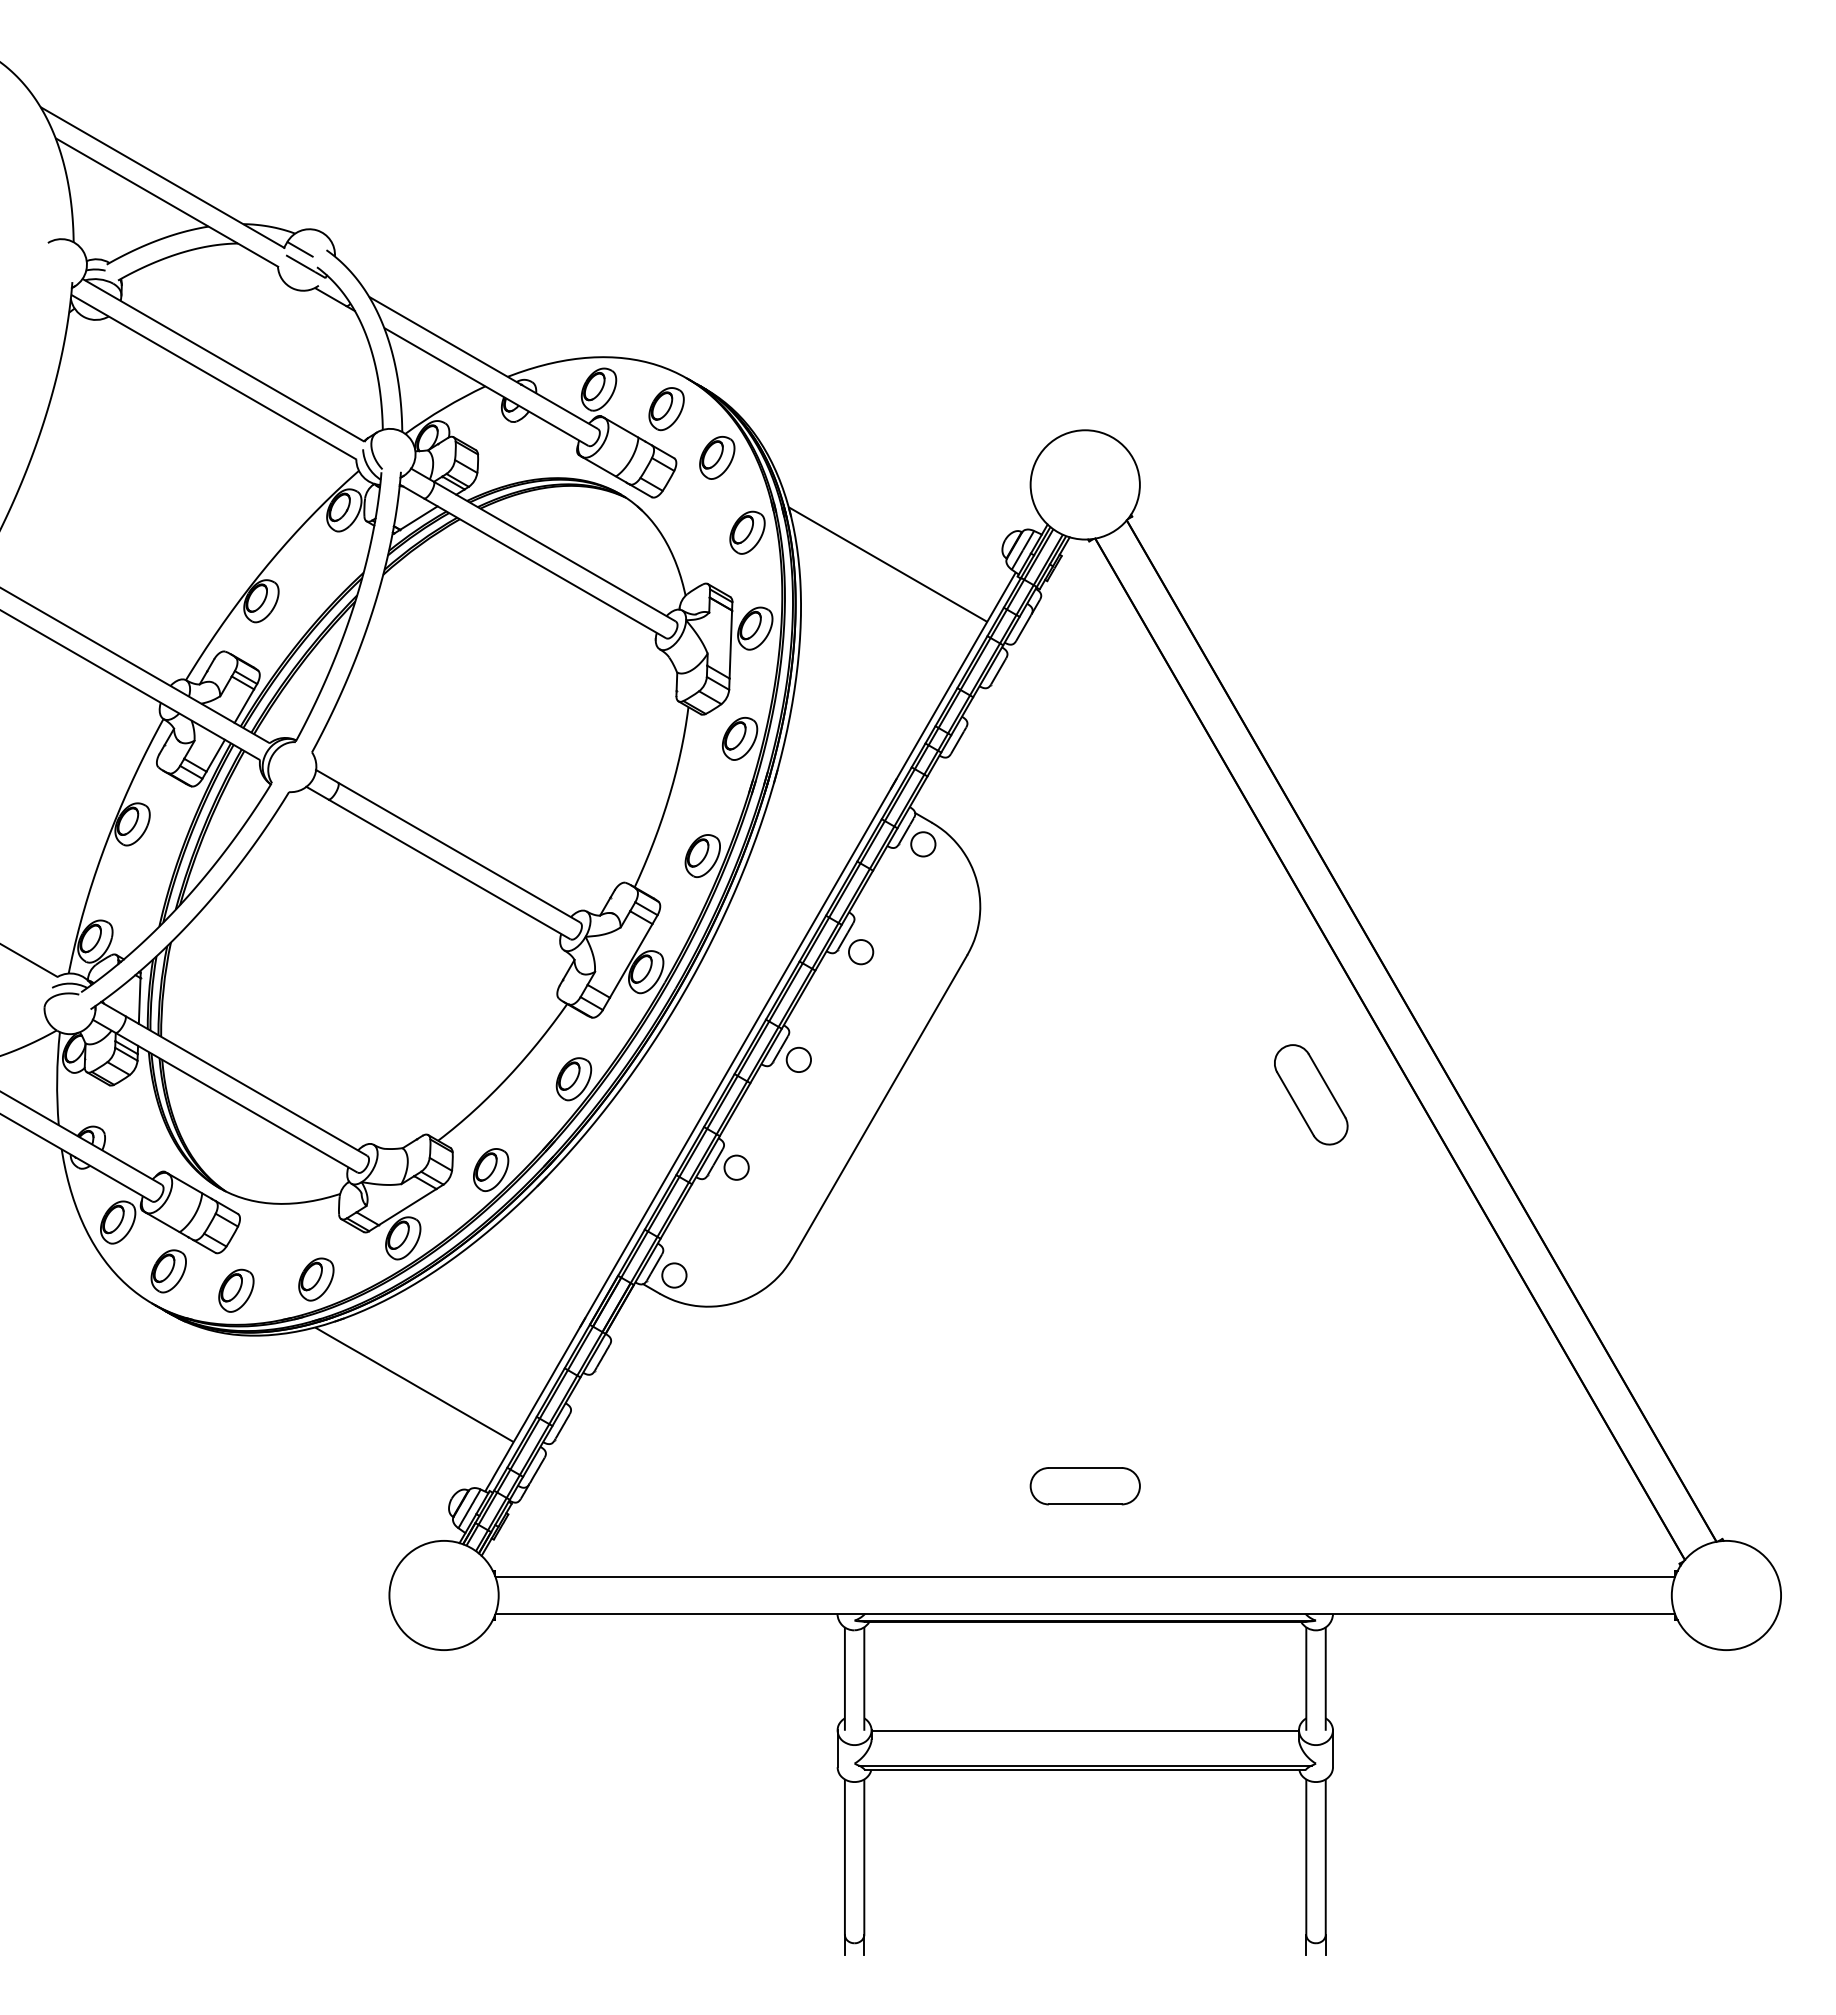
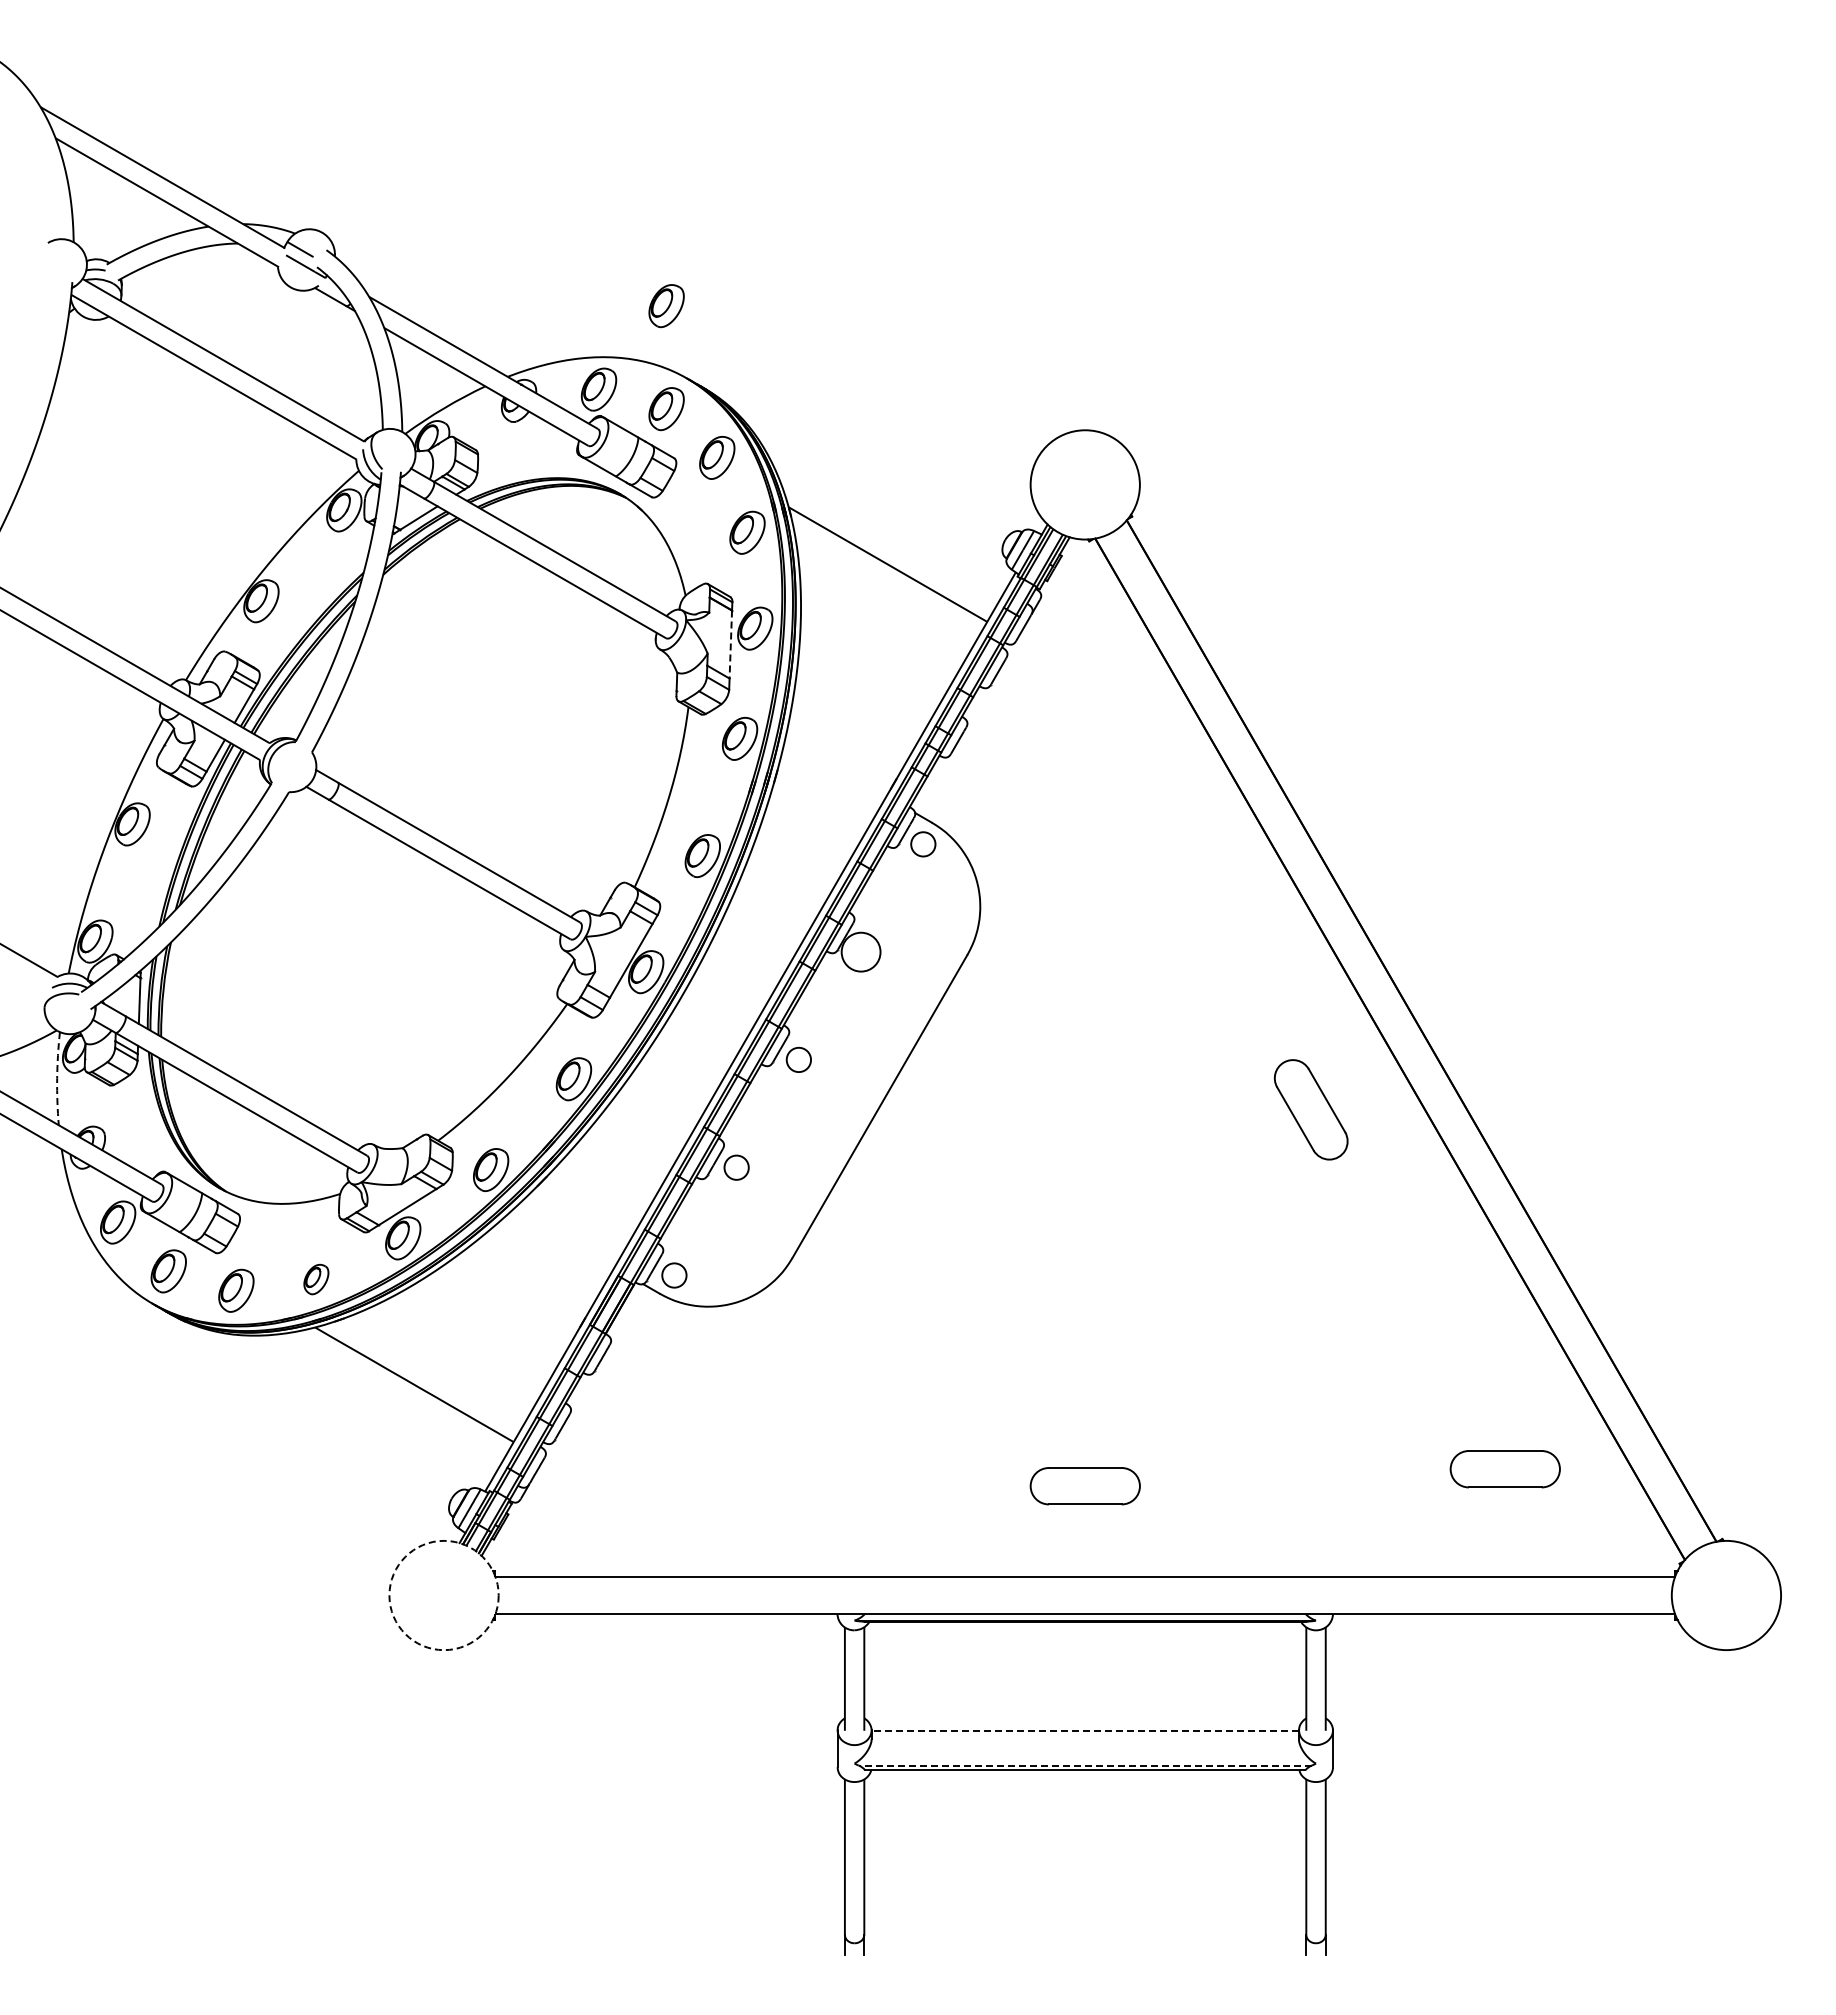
part at (666, 306): none -> present
line at (730, 645): solid -> dashed
circle at (860, 952) diameter: 24 px -> 39 px
arc at (57, 1078): solid -> dashed
part at (1311, 1094) position: (1311, 1094) -> (1311, 1109)
part at (316, 1279) size: 37x45 px -> 27x33 px
part at (1504, 1469): none -> present
circle at (443, 1595): solid -> dashed
line at (1085, 1731): solid -> dashed
line at (1085, 1765): solid -> dashed
